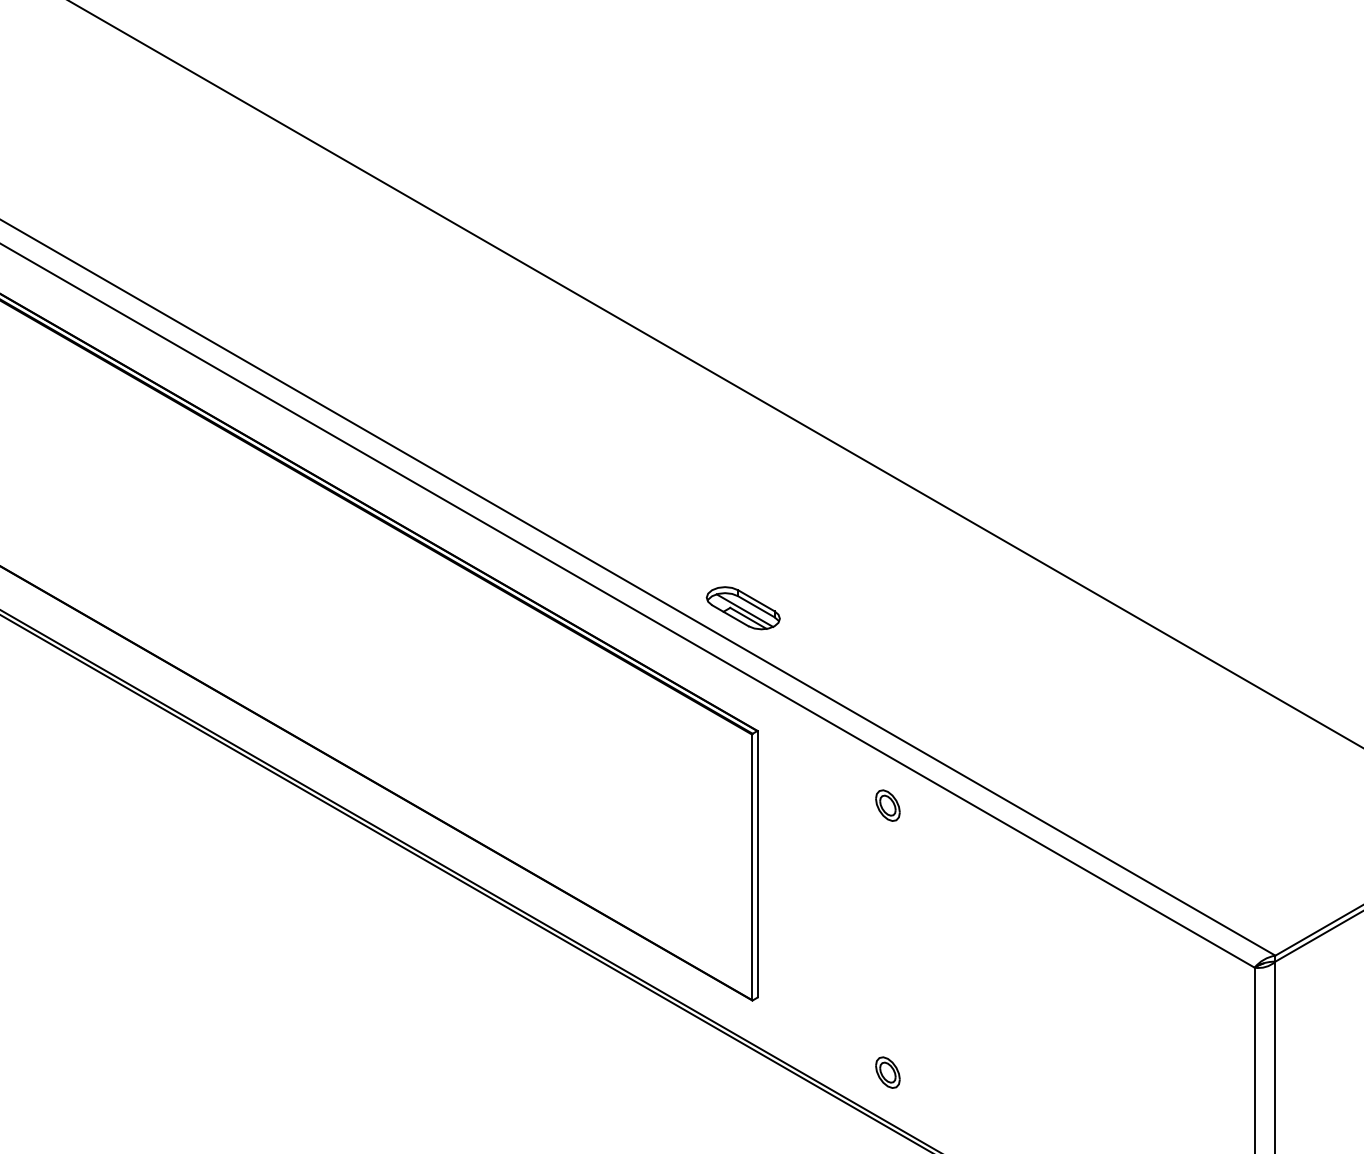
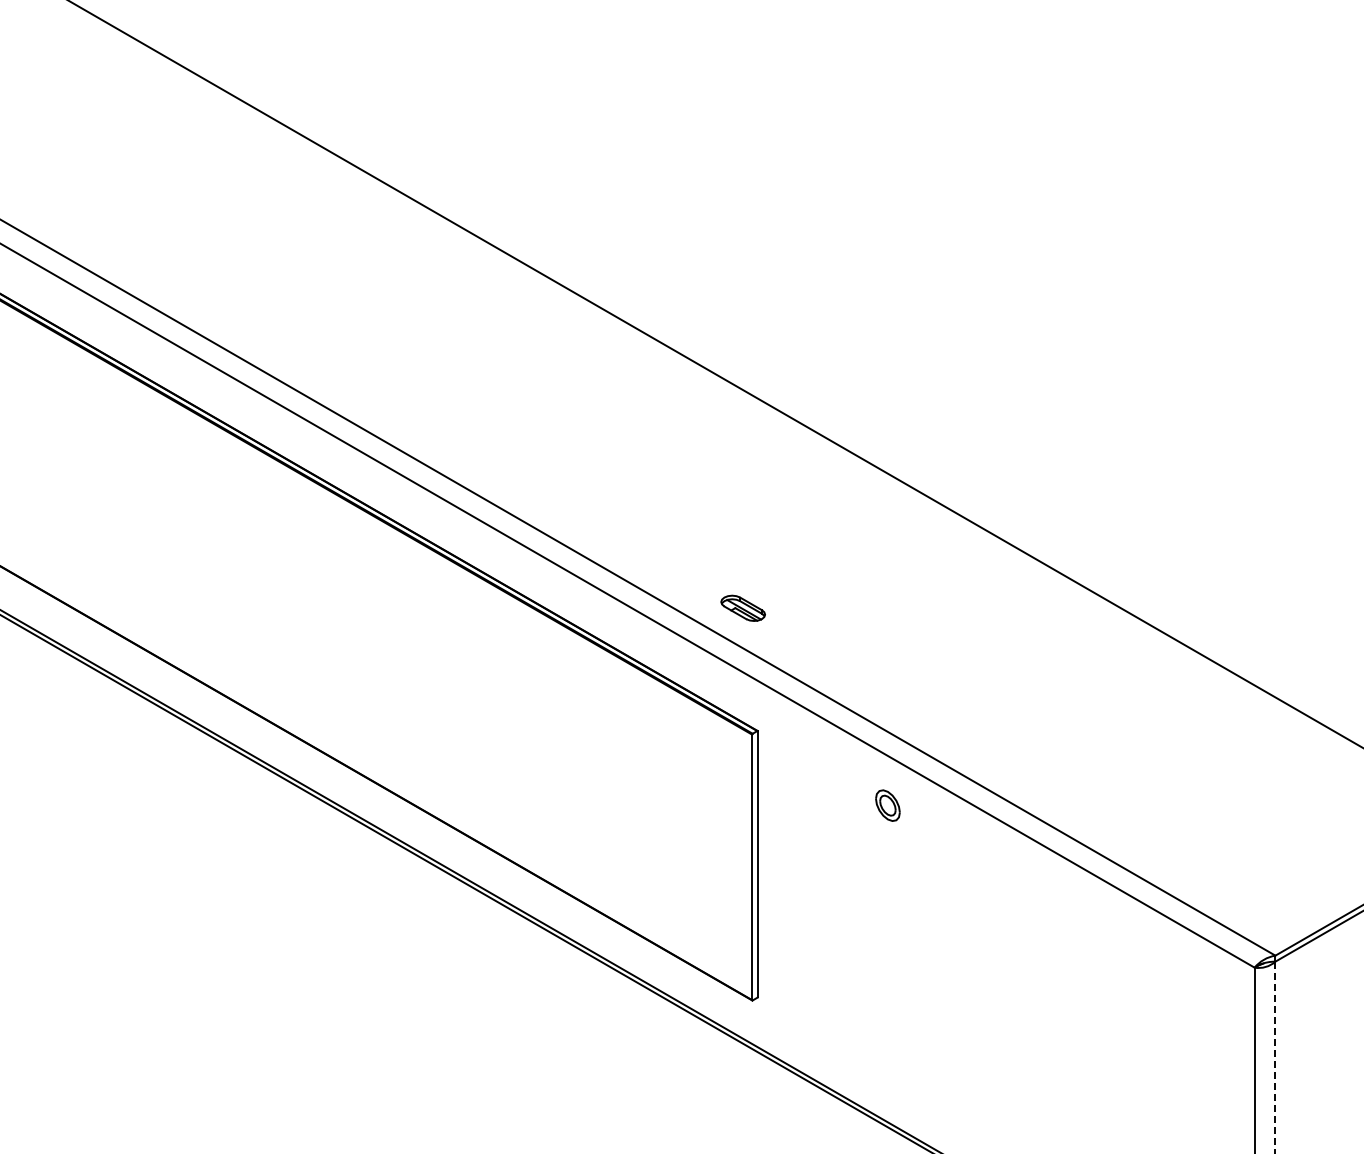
part at (742, 608) size: 76x45 px -> 46x28 px
line at (1275, 1057): solid -> dashed
part at (887, 1072): present -> none
